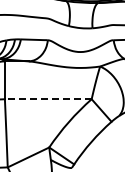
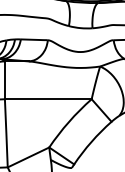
line at (47, 99): dashed -> solid
